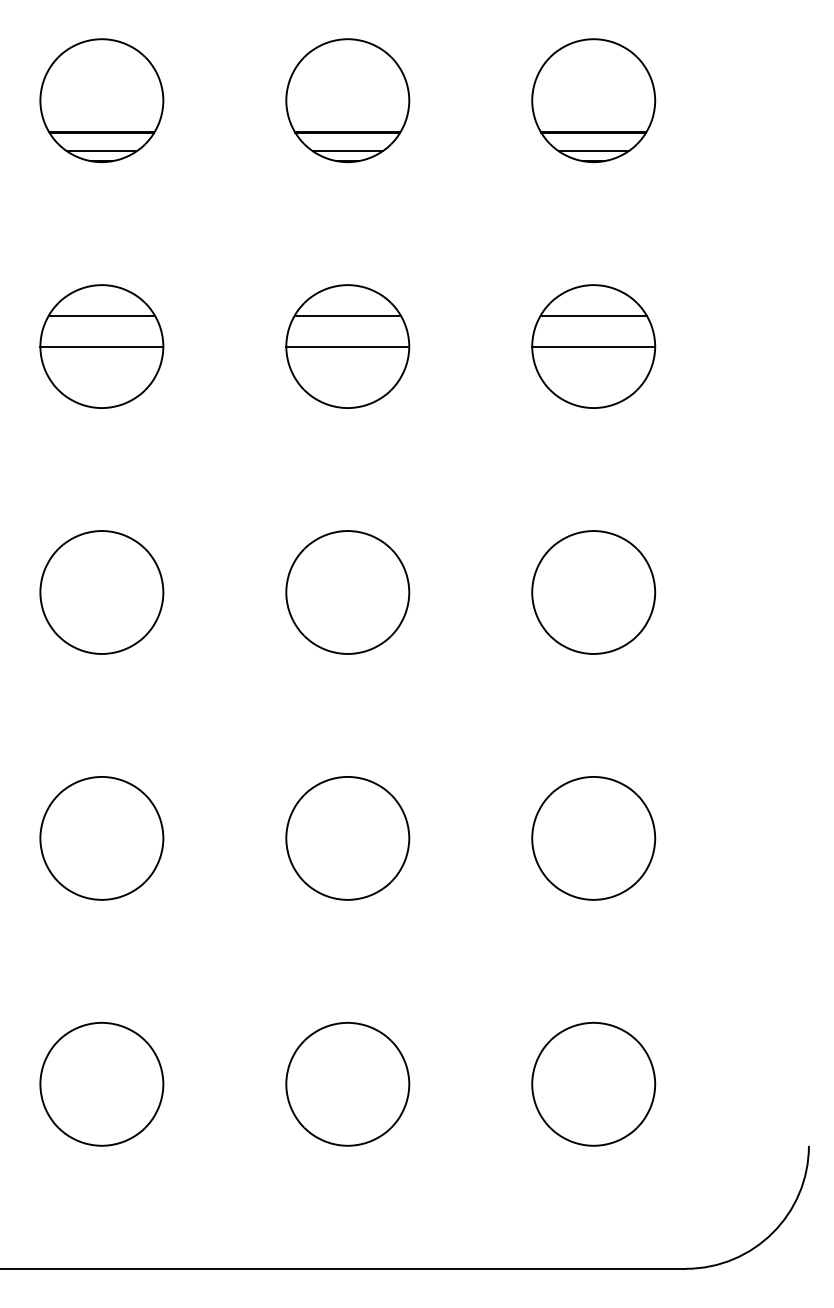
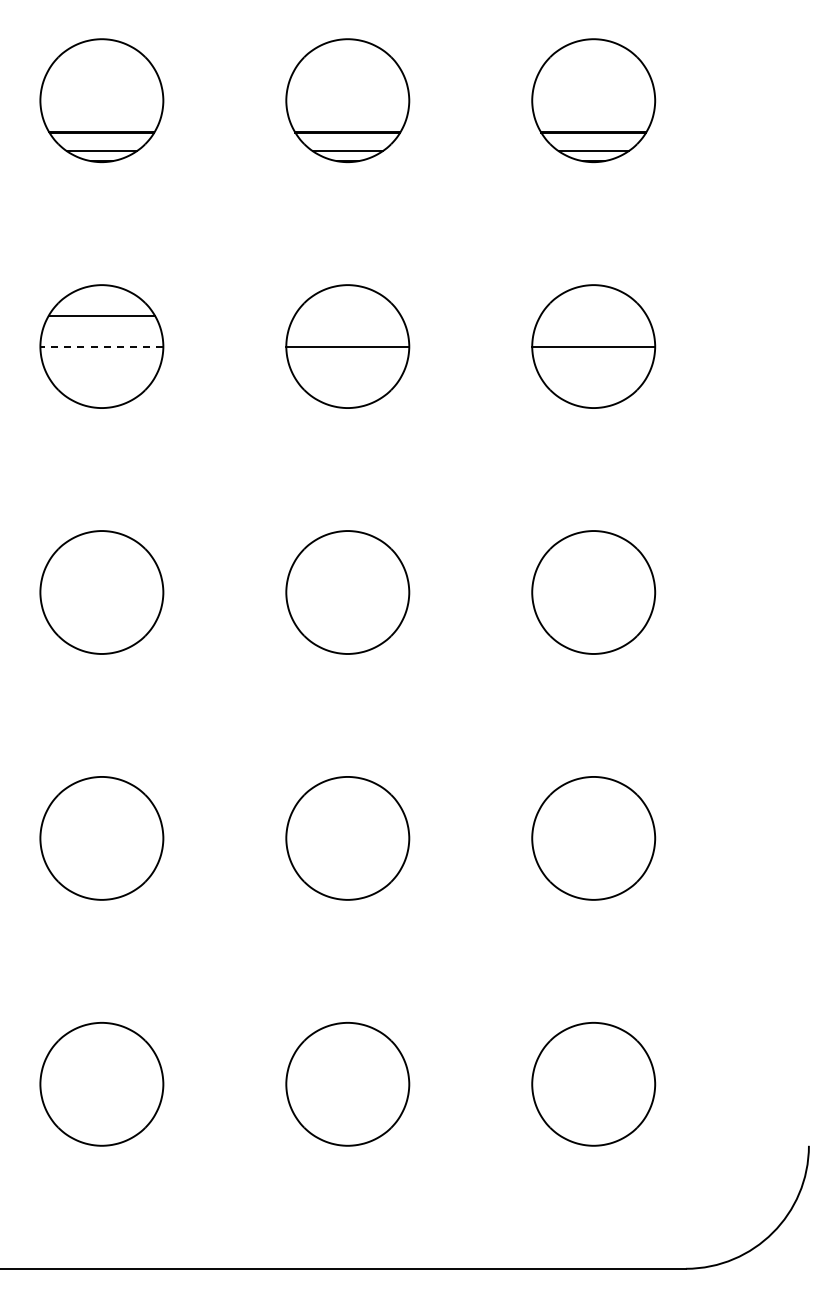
line at (347, 315): present -> none
line at (593, 315): present -> none
line at (101, 346): solid -> dashed
